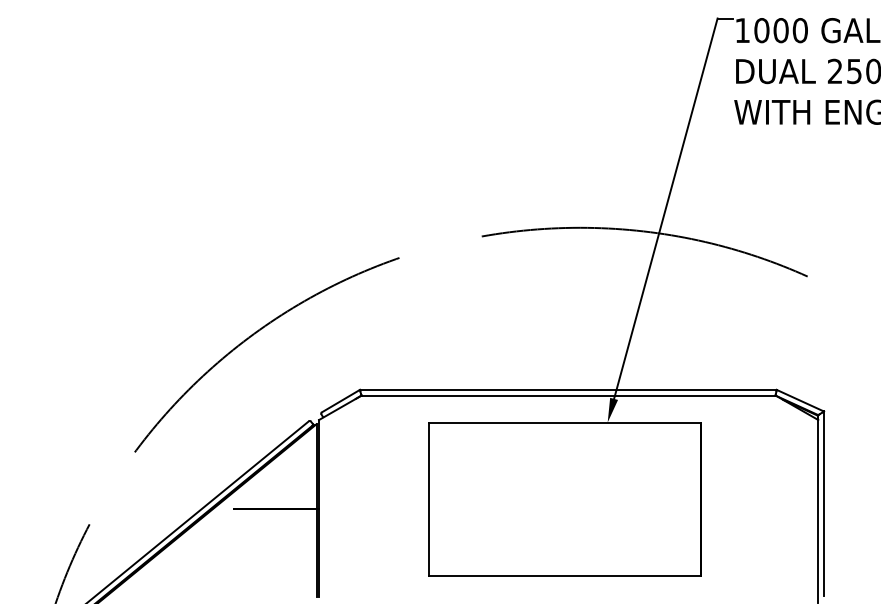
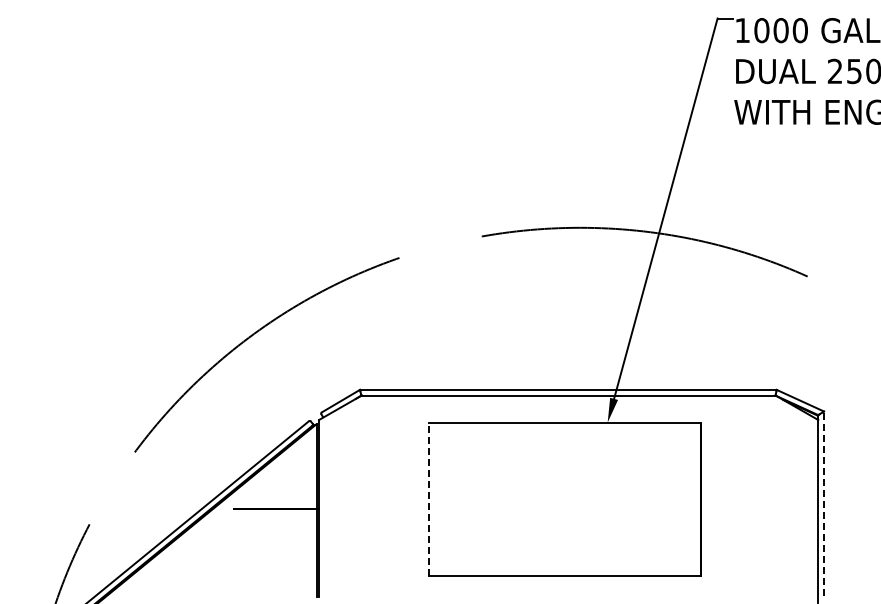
line at (428, 499): solid -> dashed
line at (824, 503): solid -> dashed
